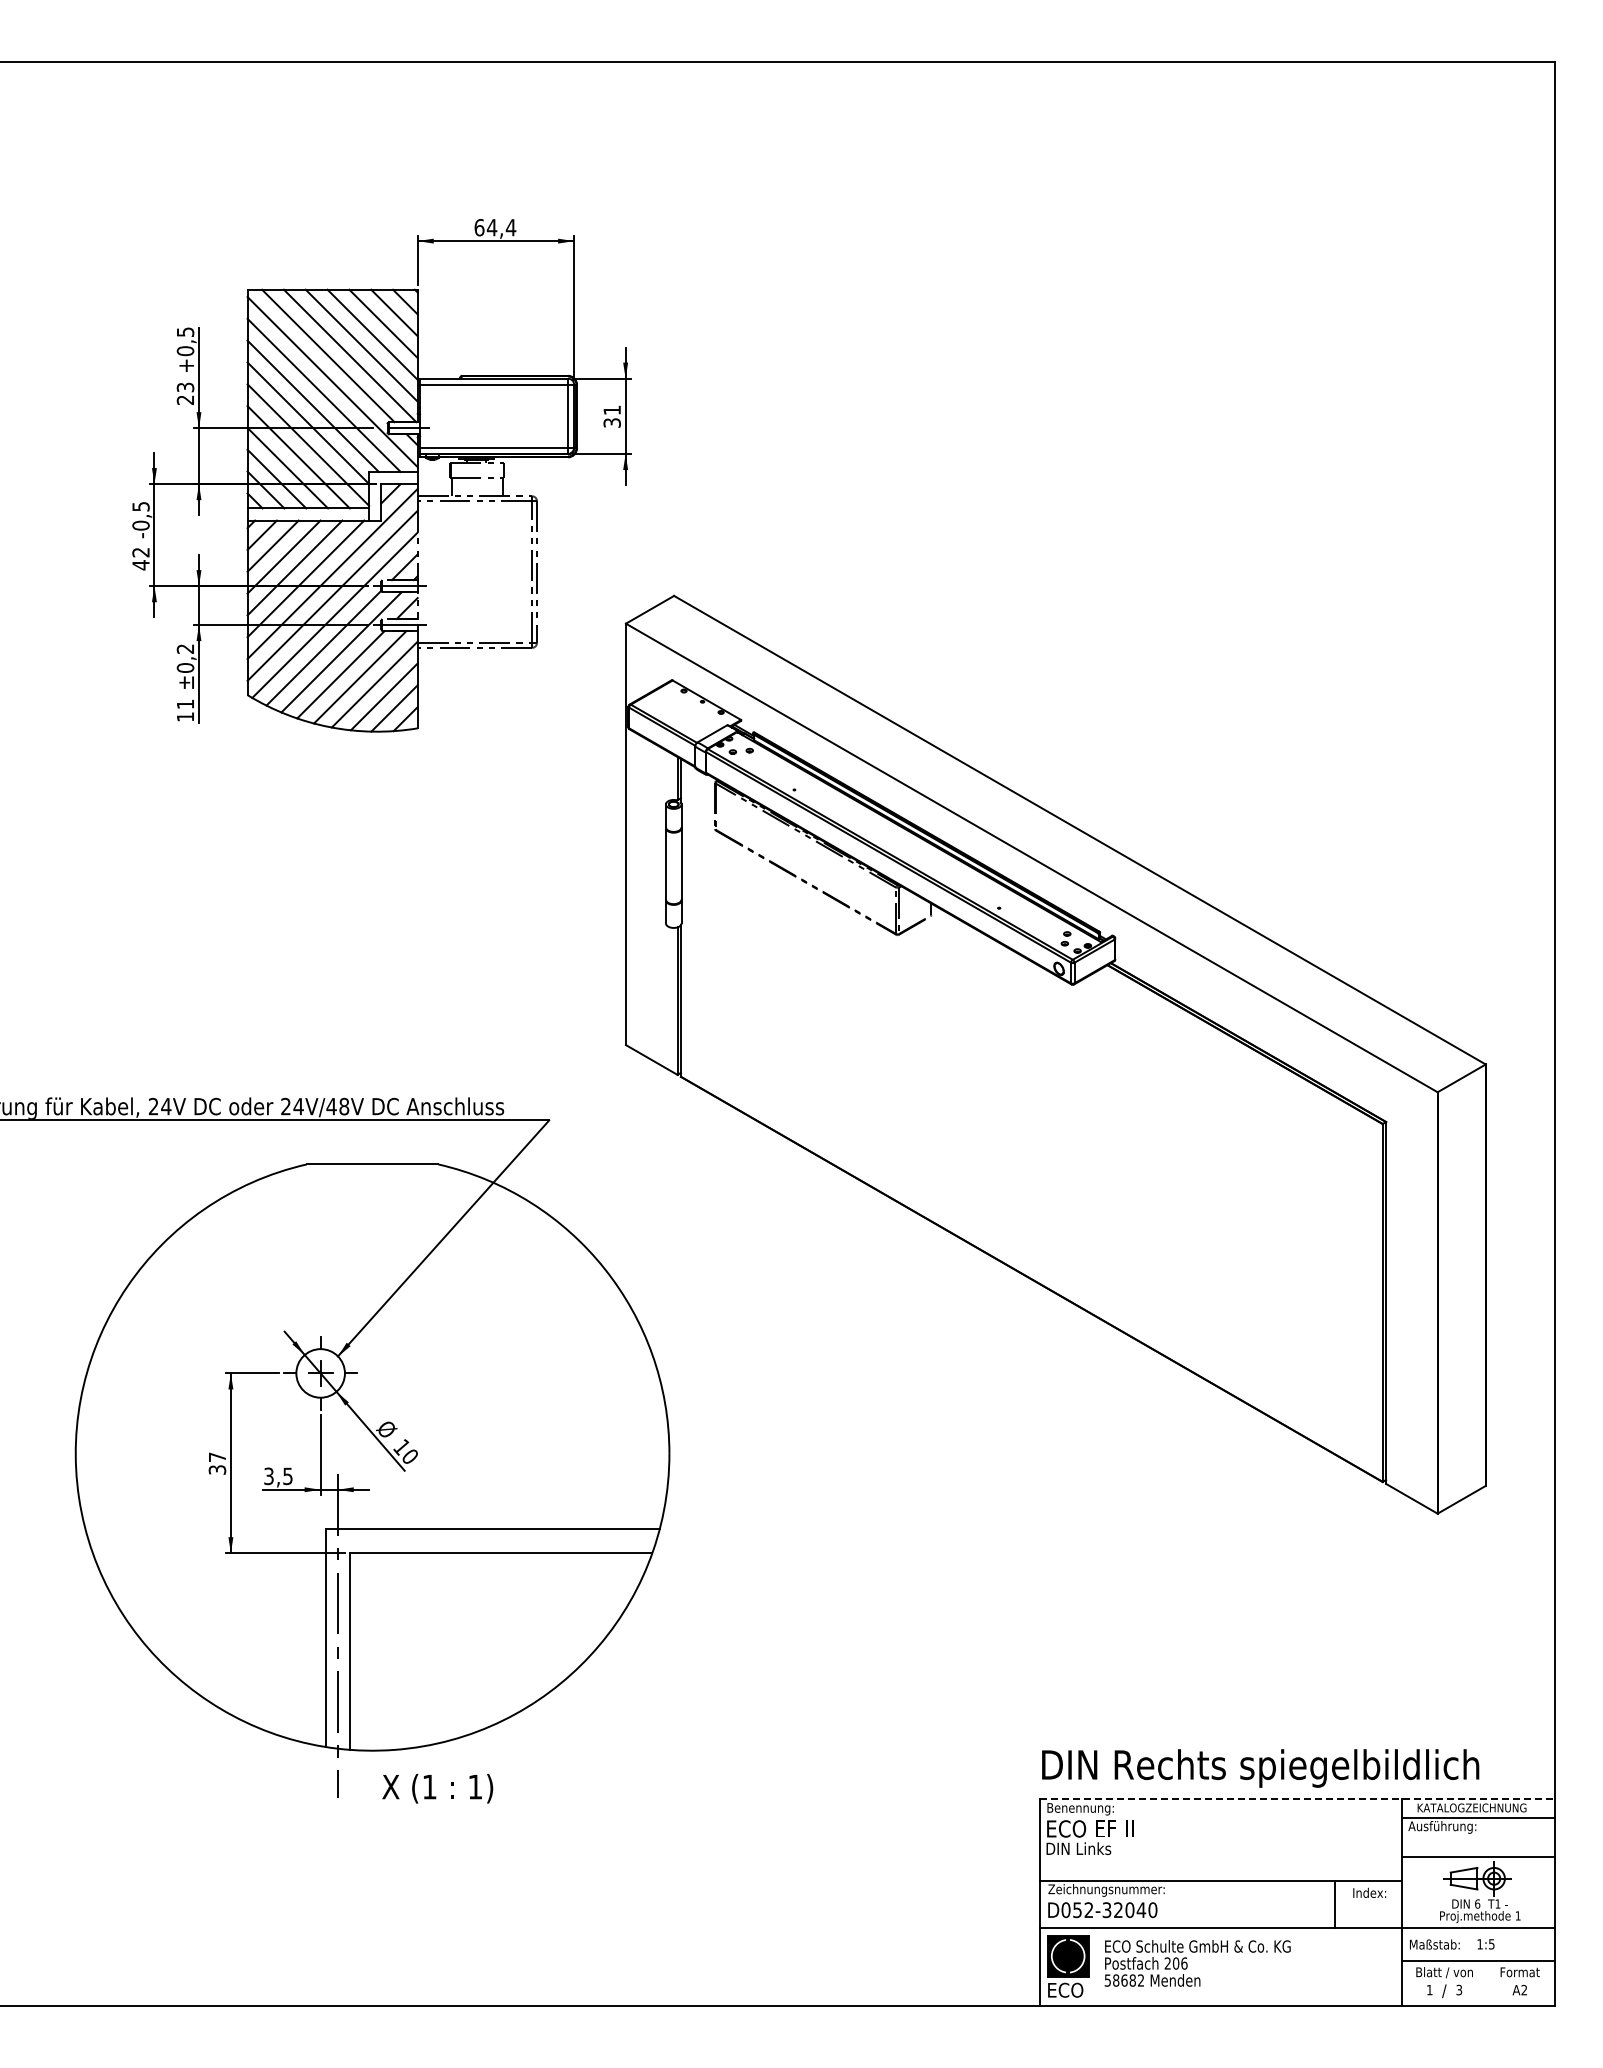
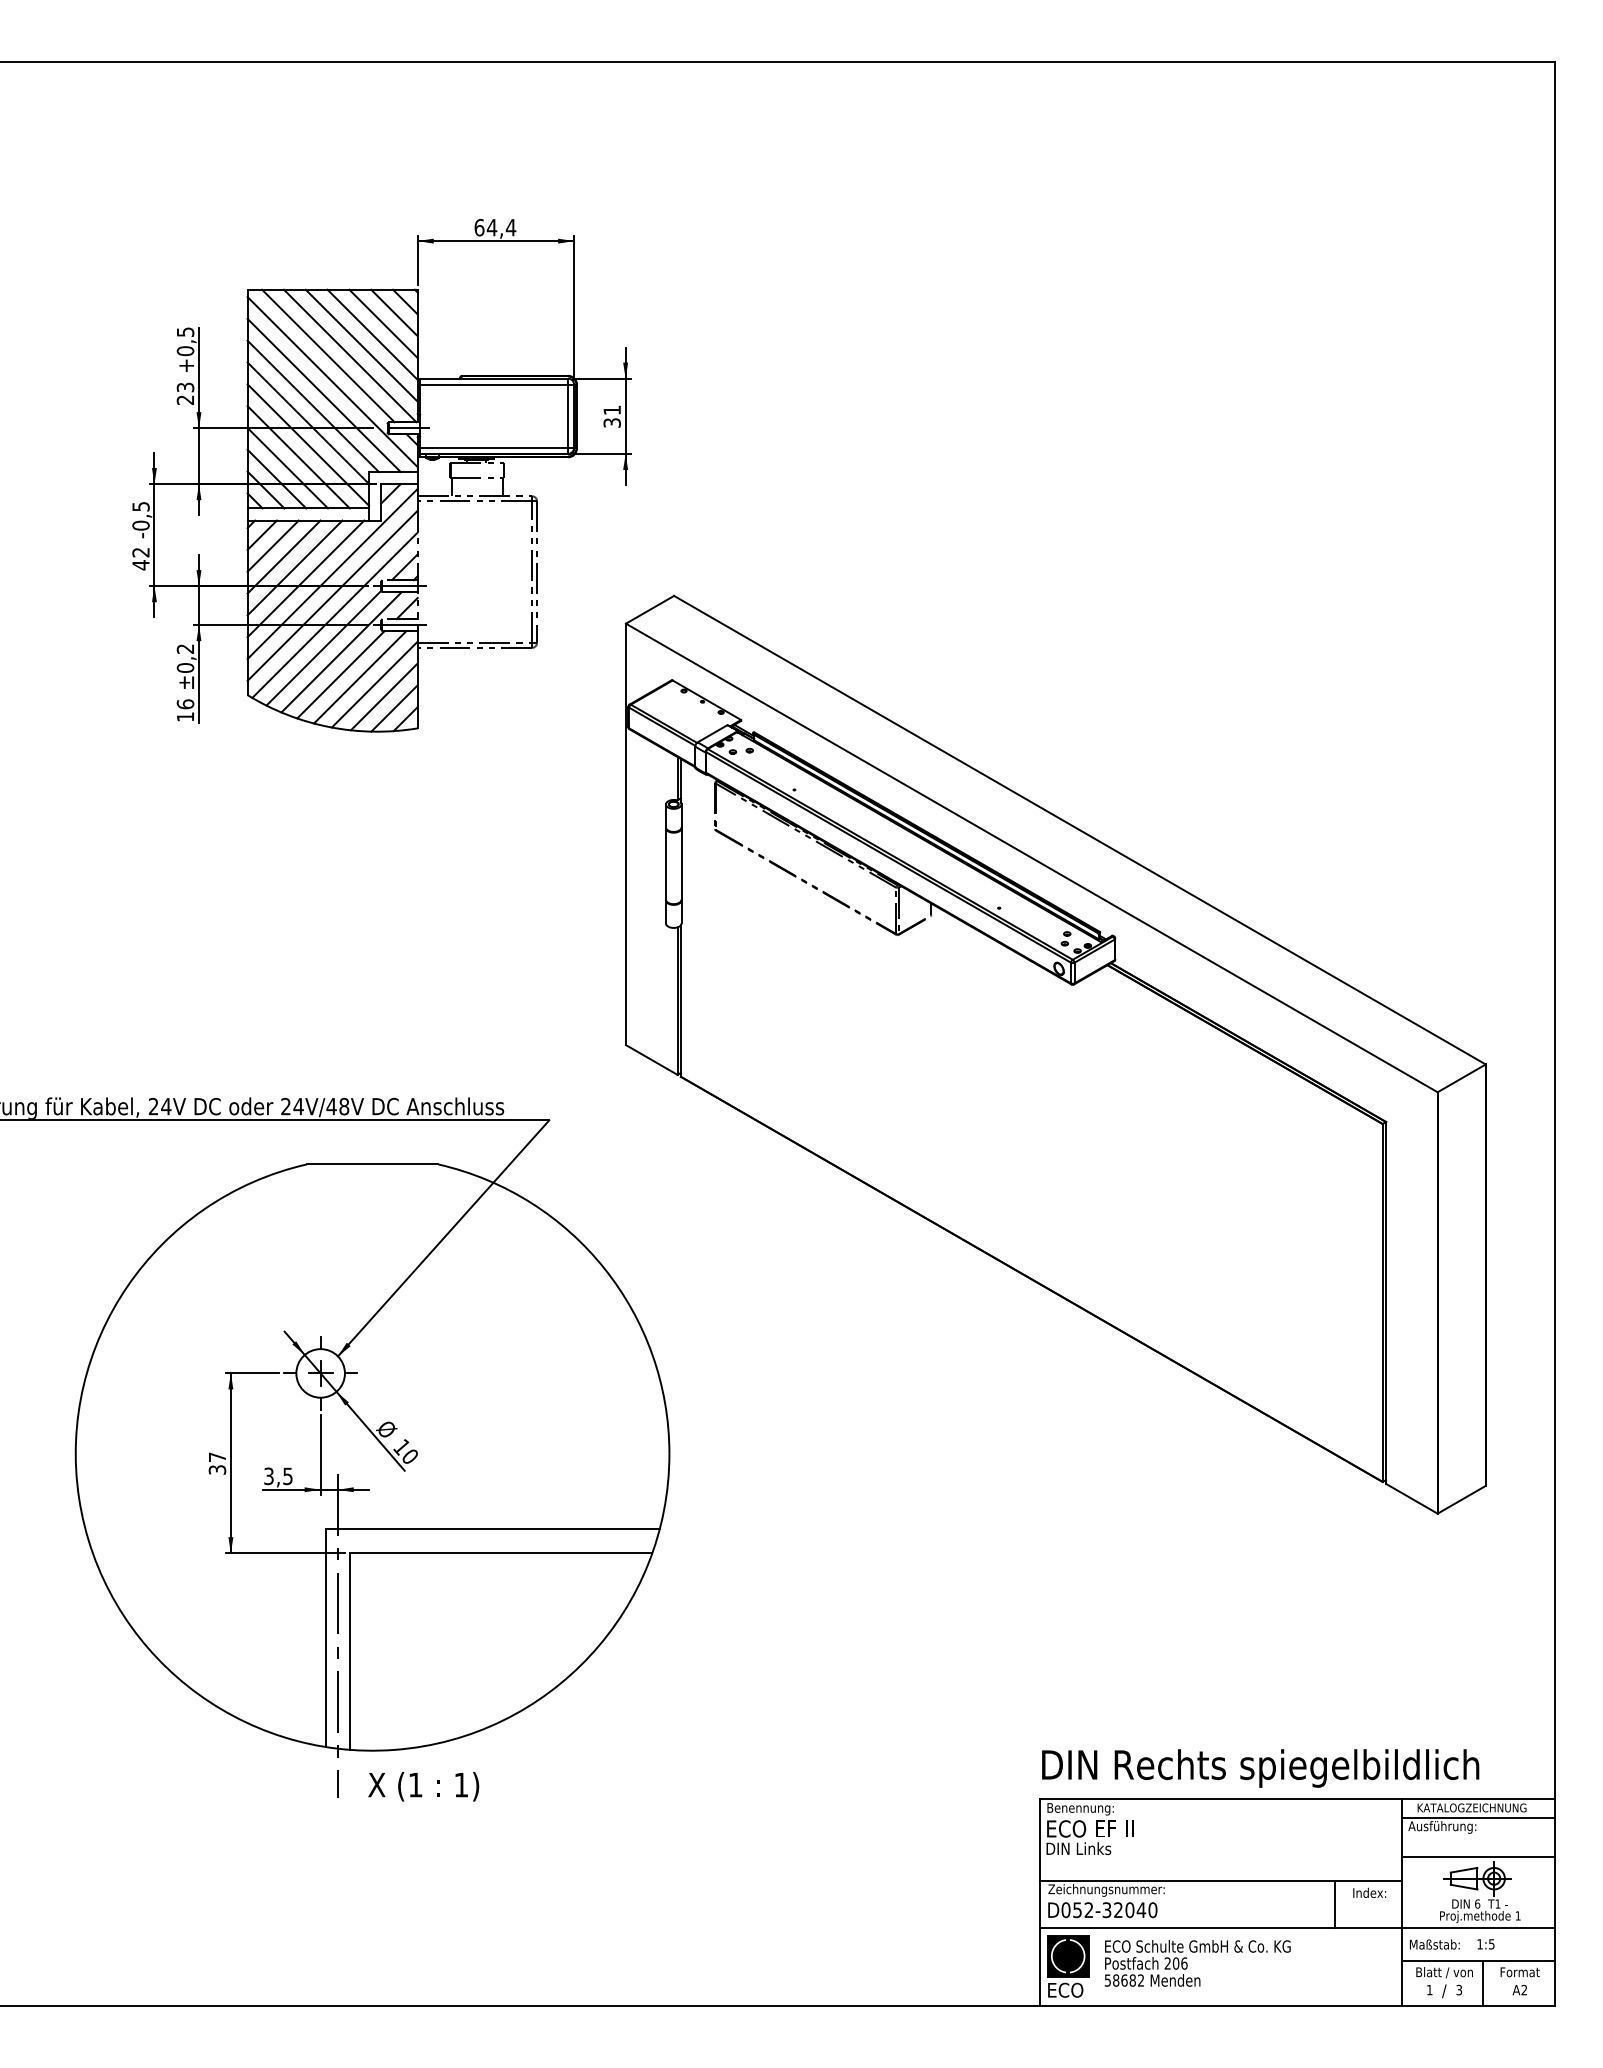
text at (185, 704): 11 -> 16
text at (437, 1788) position: (437, 1788) -> (423, 1786)
line at (1297, 1799): dashed -> solid
line at (1483, 1982): none -> present
